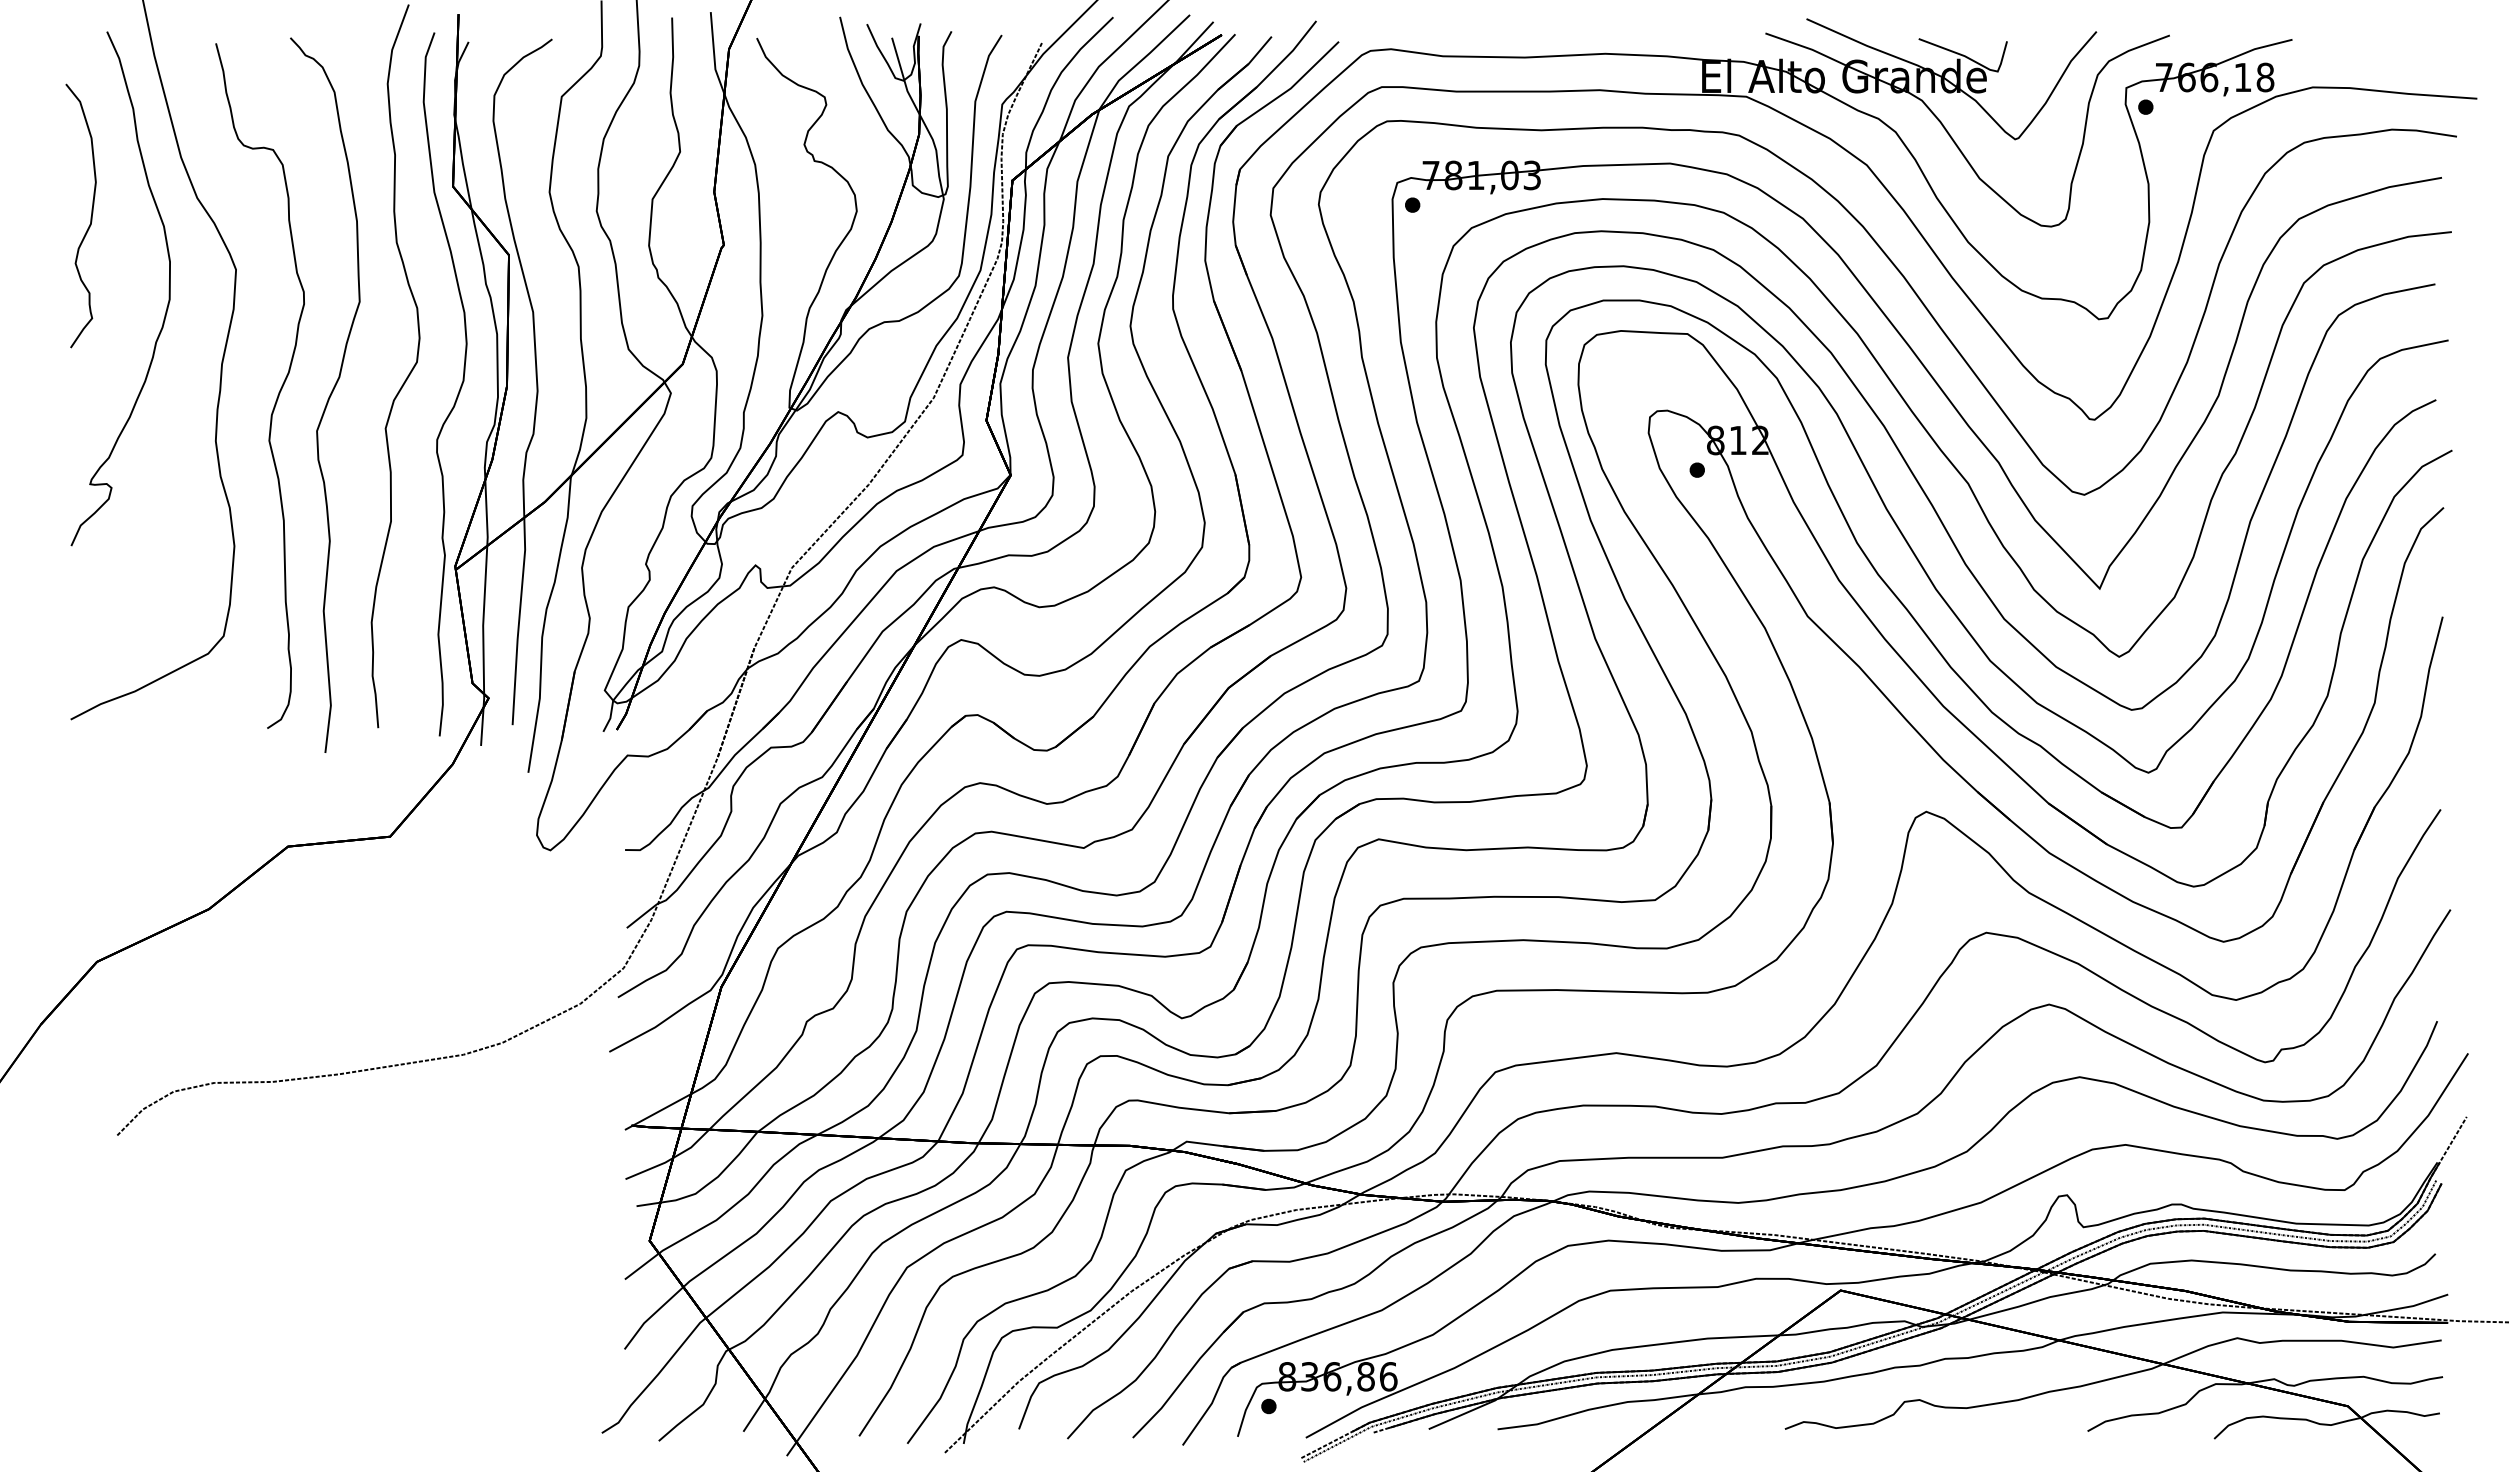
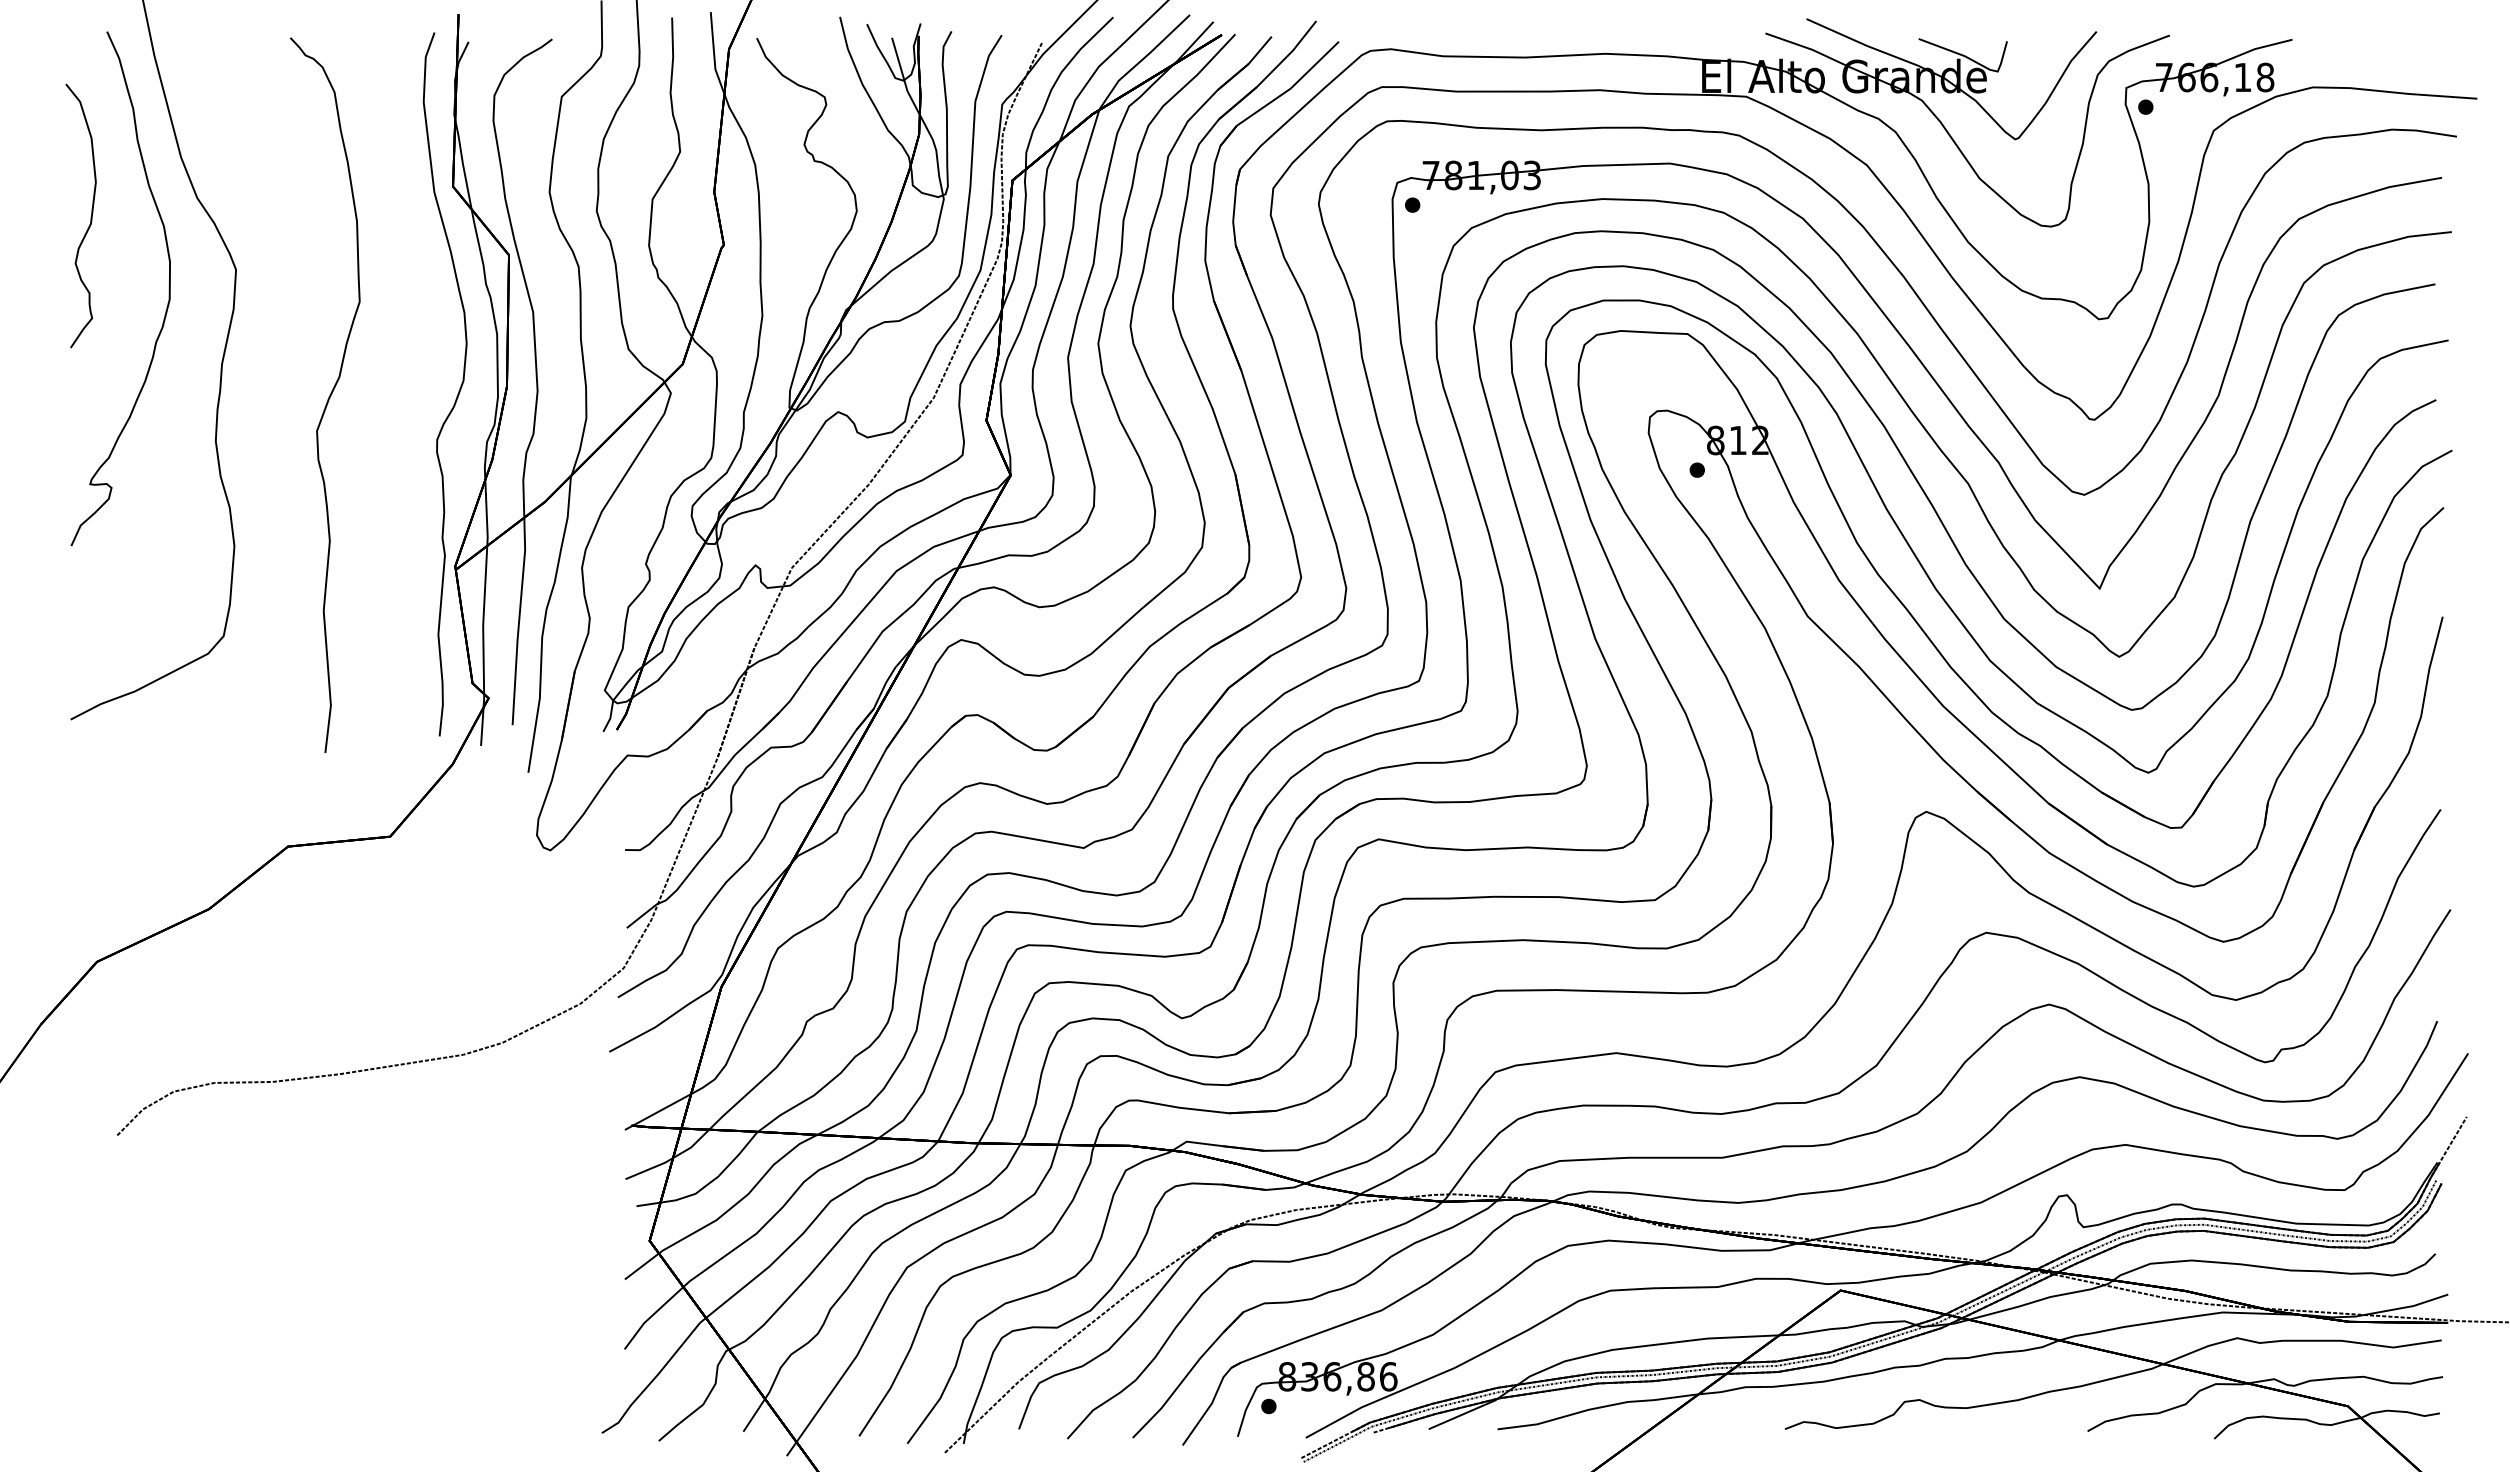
curve at (407, 375): present -> none
curve at (278, 392): present -> none
